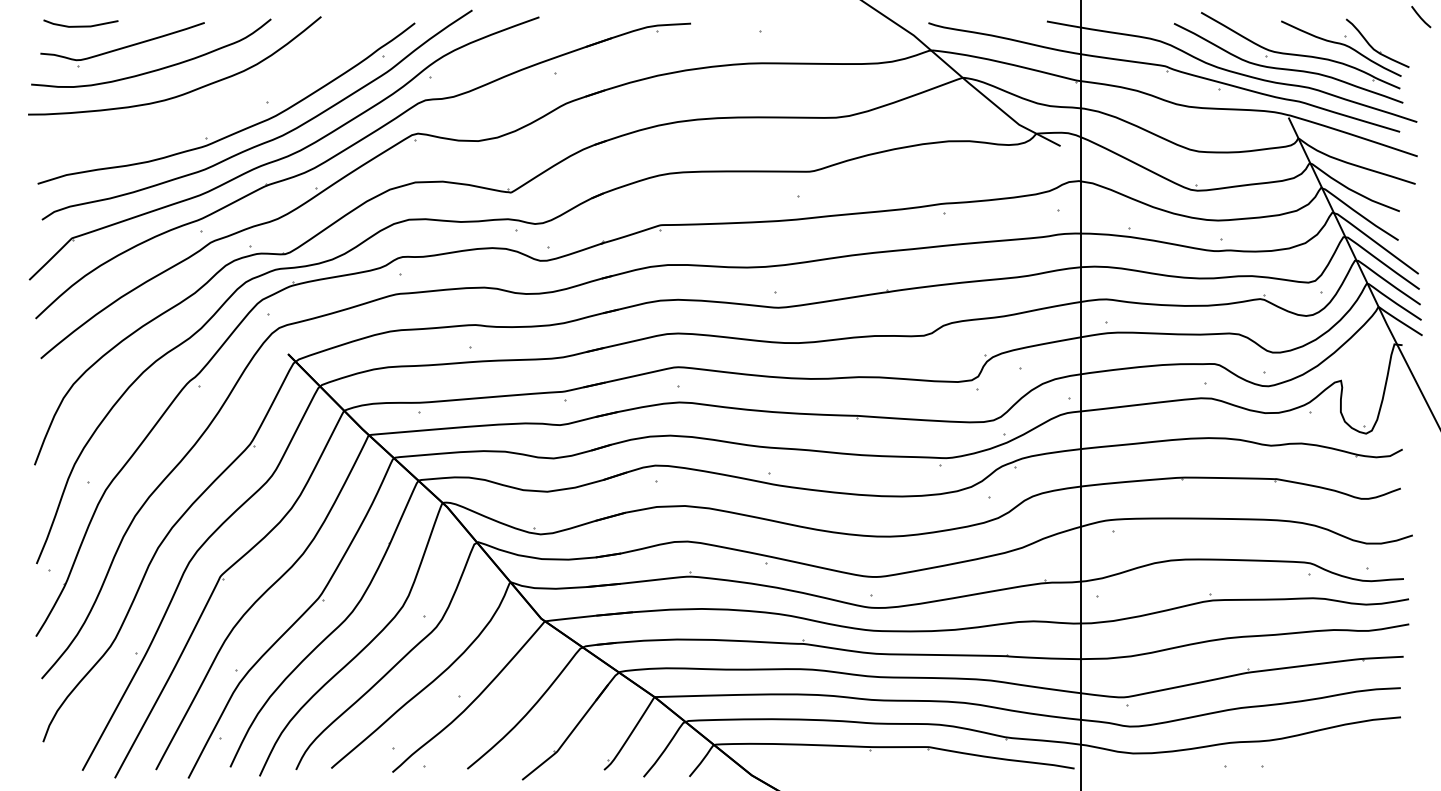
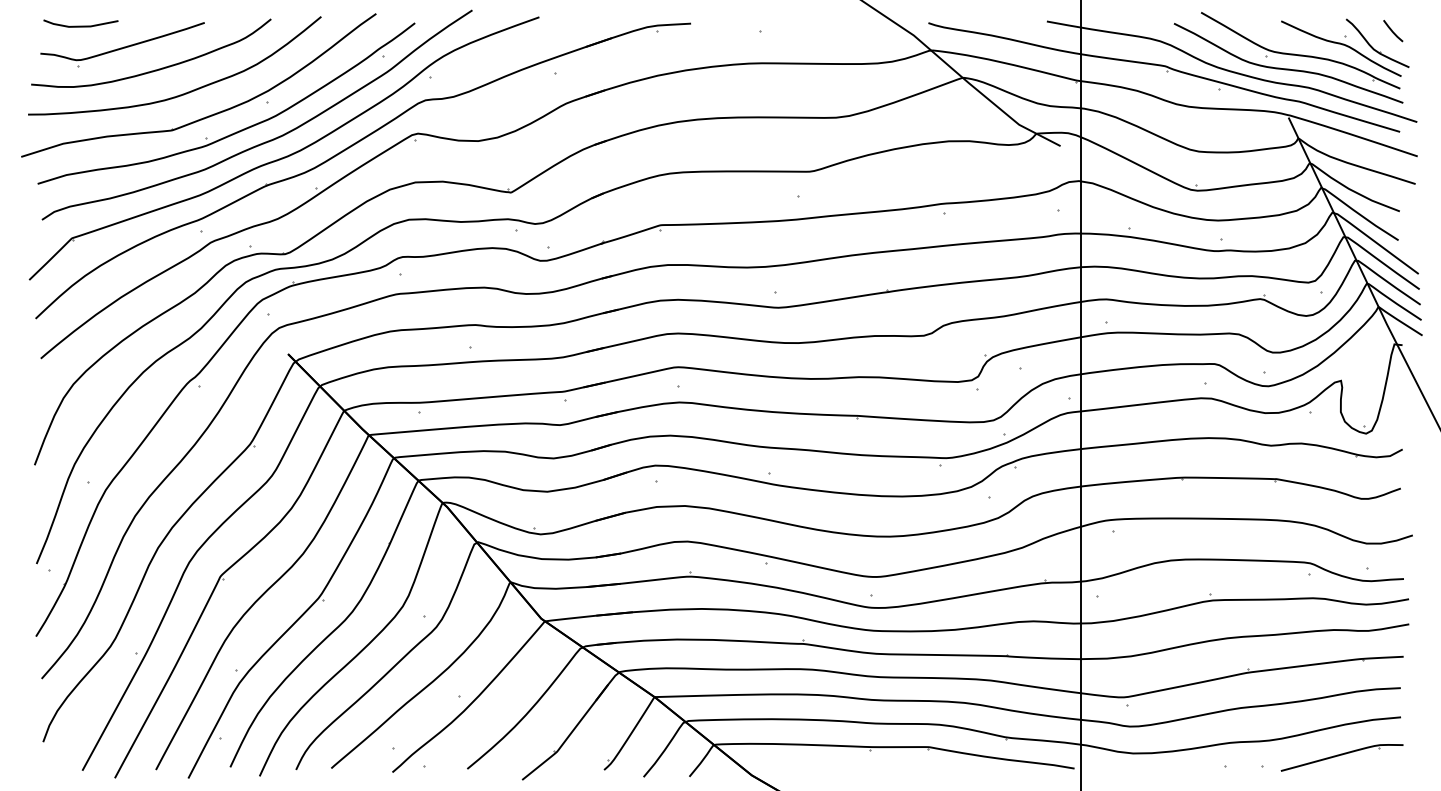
line at (1421, 17) position: (1421, 17) -> (1393, 31)
part at (208, 115): none -> present
part at (1341, 757): none -> present
